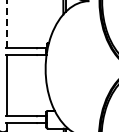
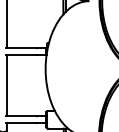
line at (6, 24): dashed -> solid
